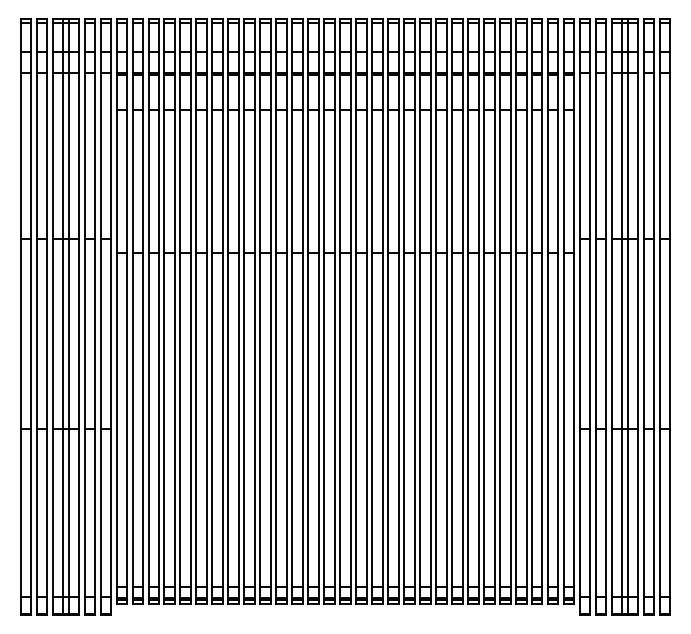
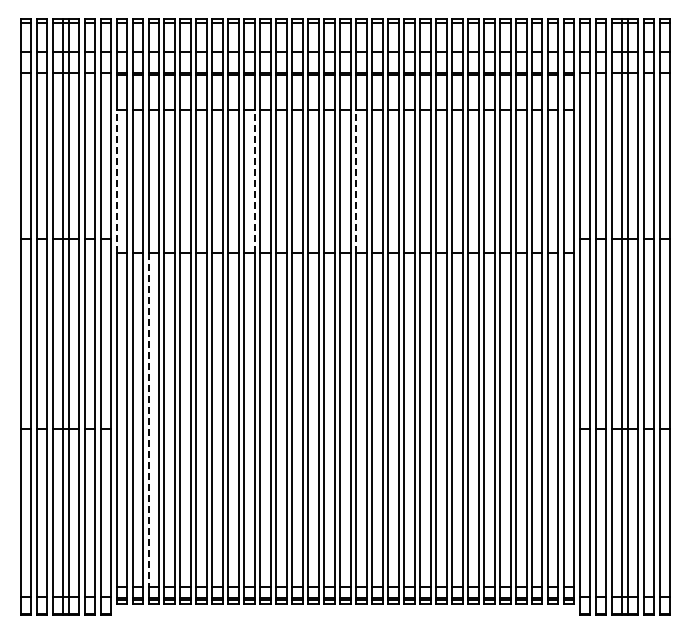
line at (116, 181): solid -> dashed
line at (254, 181): solid -> dashed
line at (356, 181): solid -> dashed
line at (148, 420): solid -> dashed
